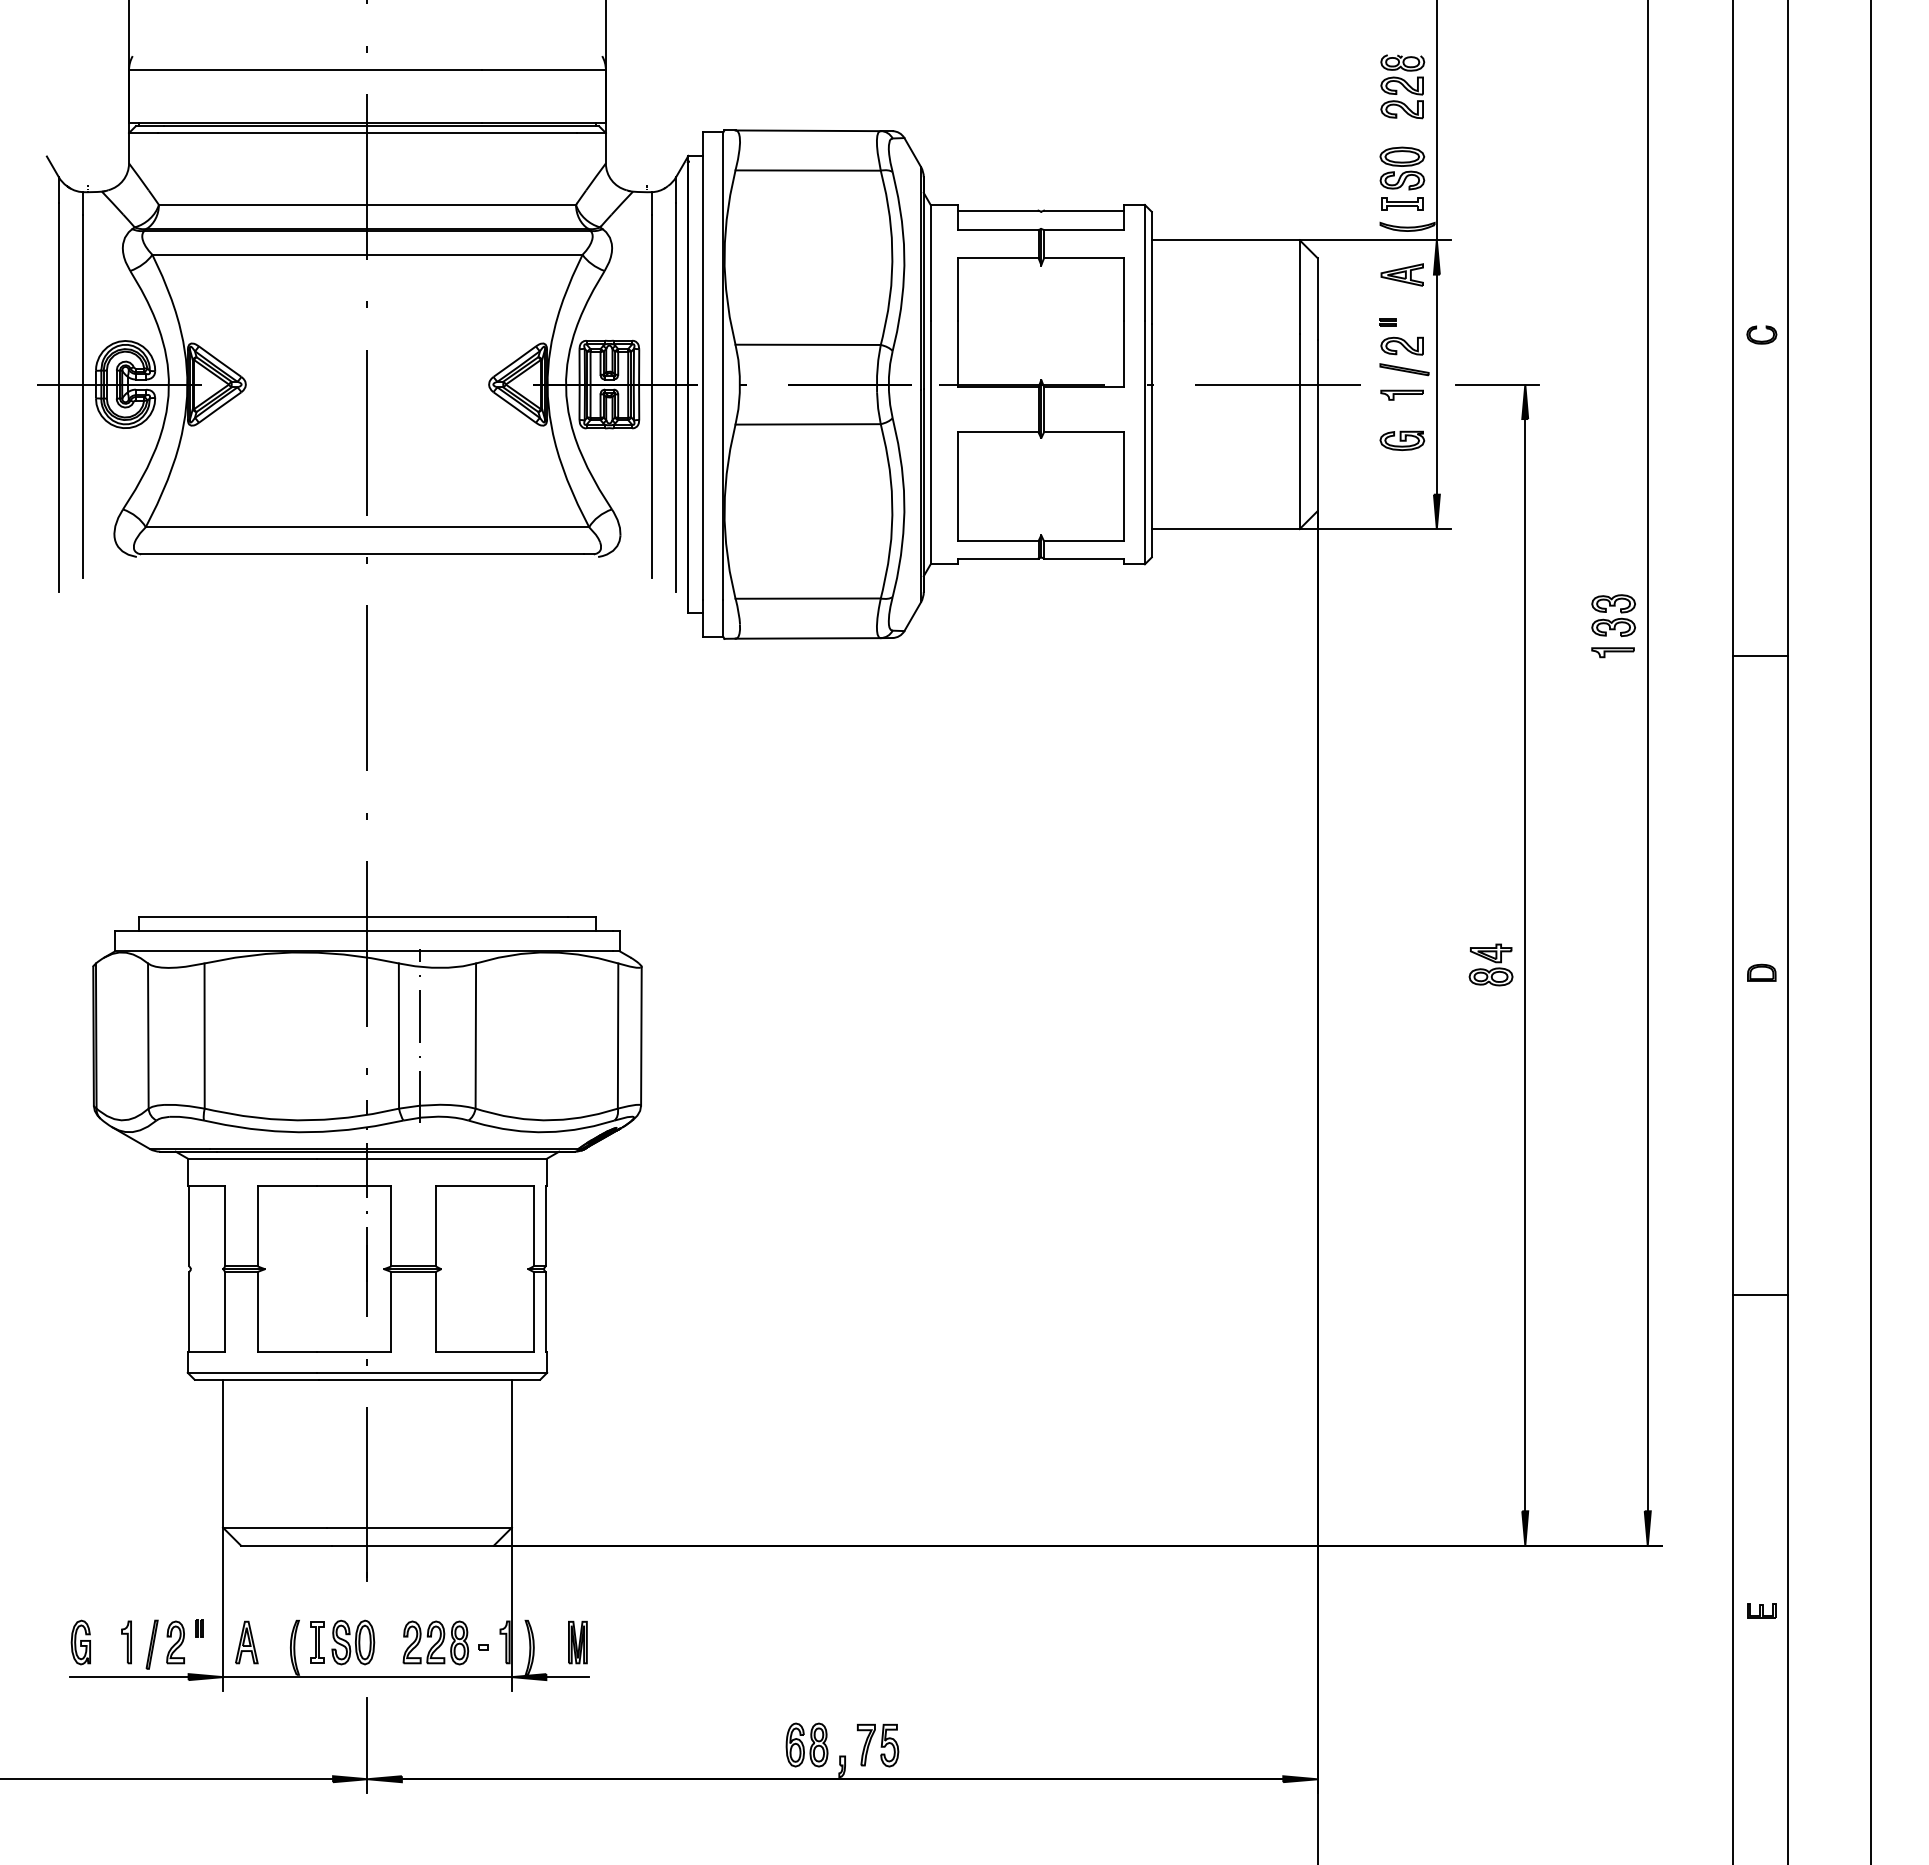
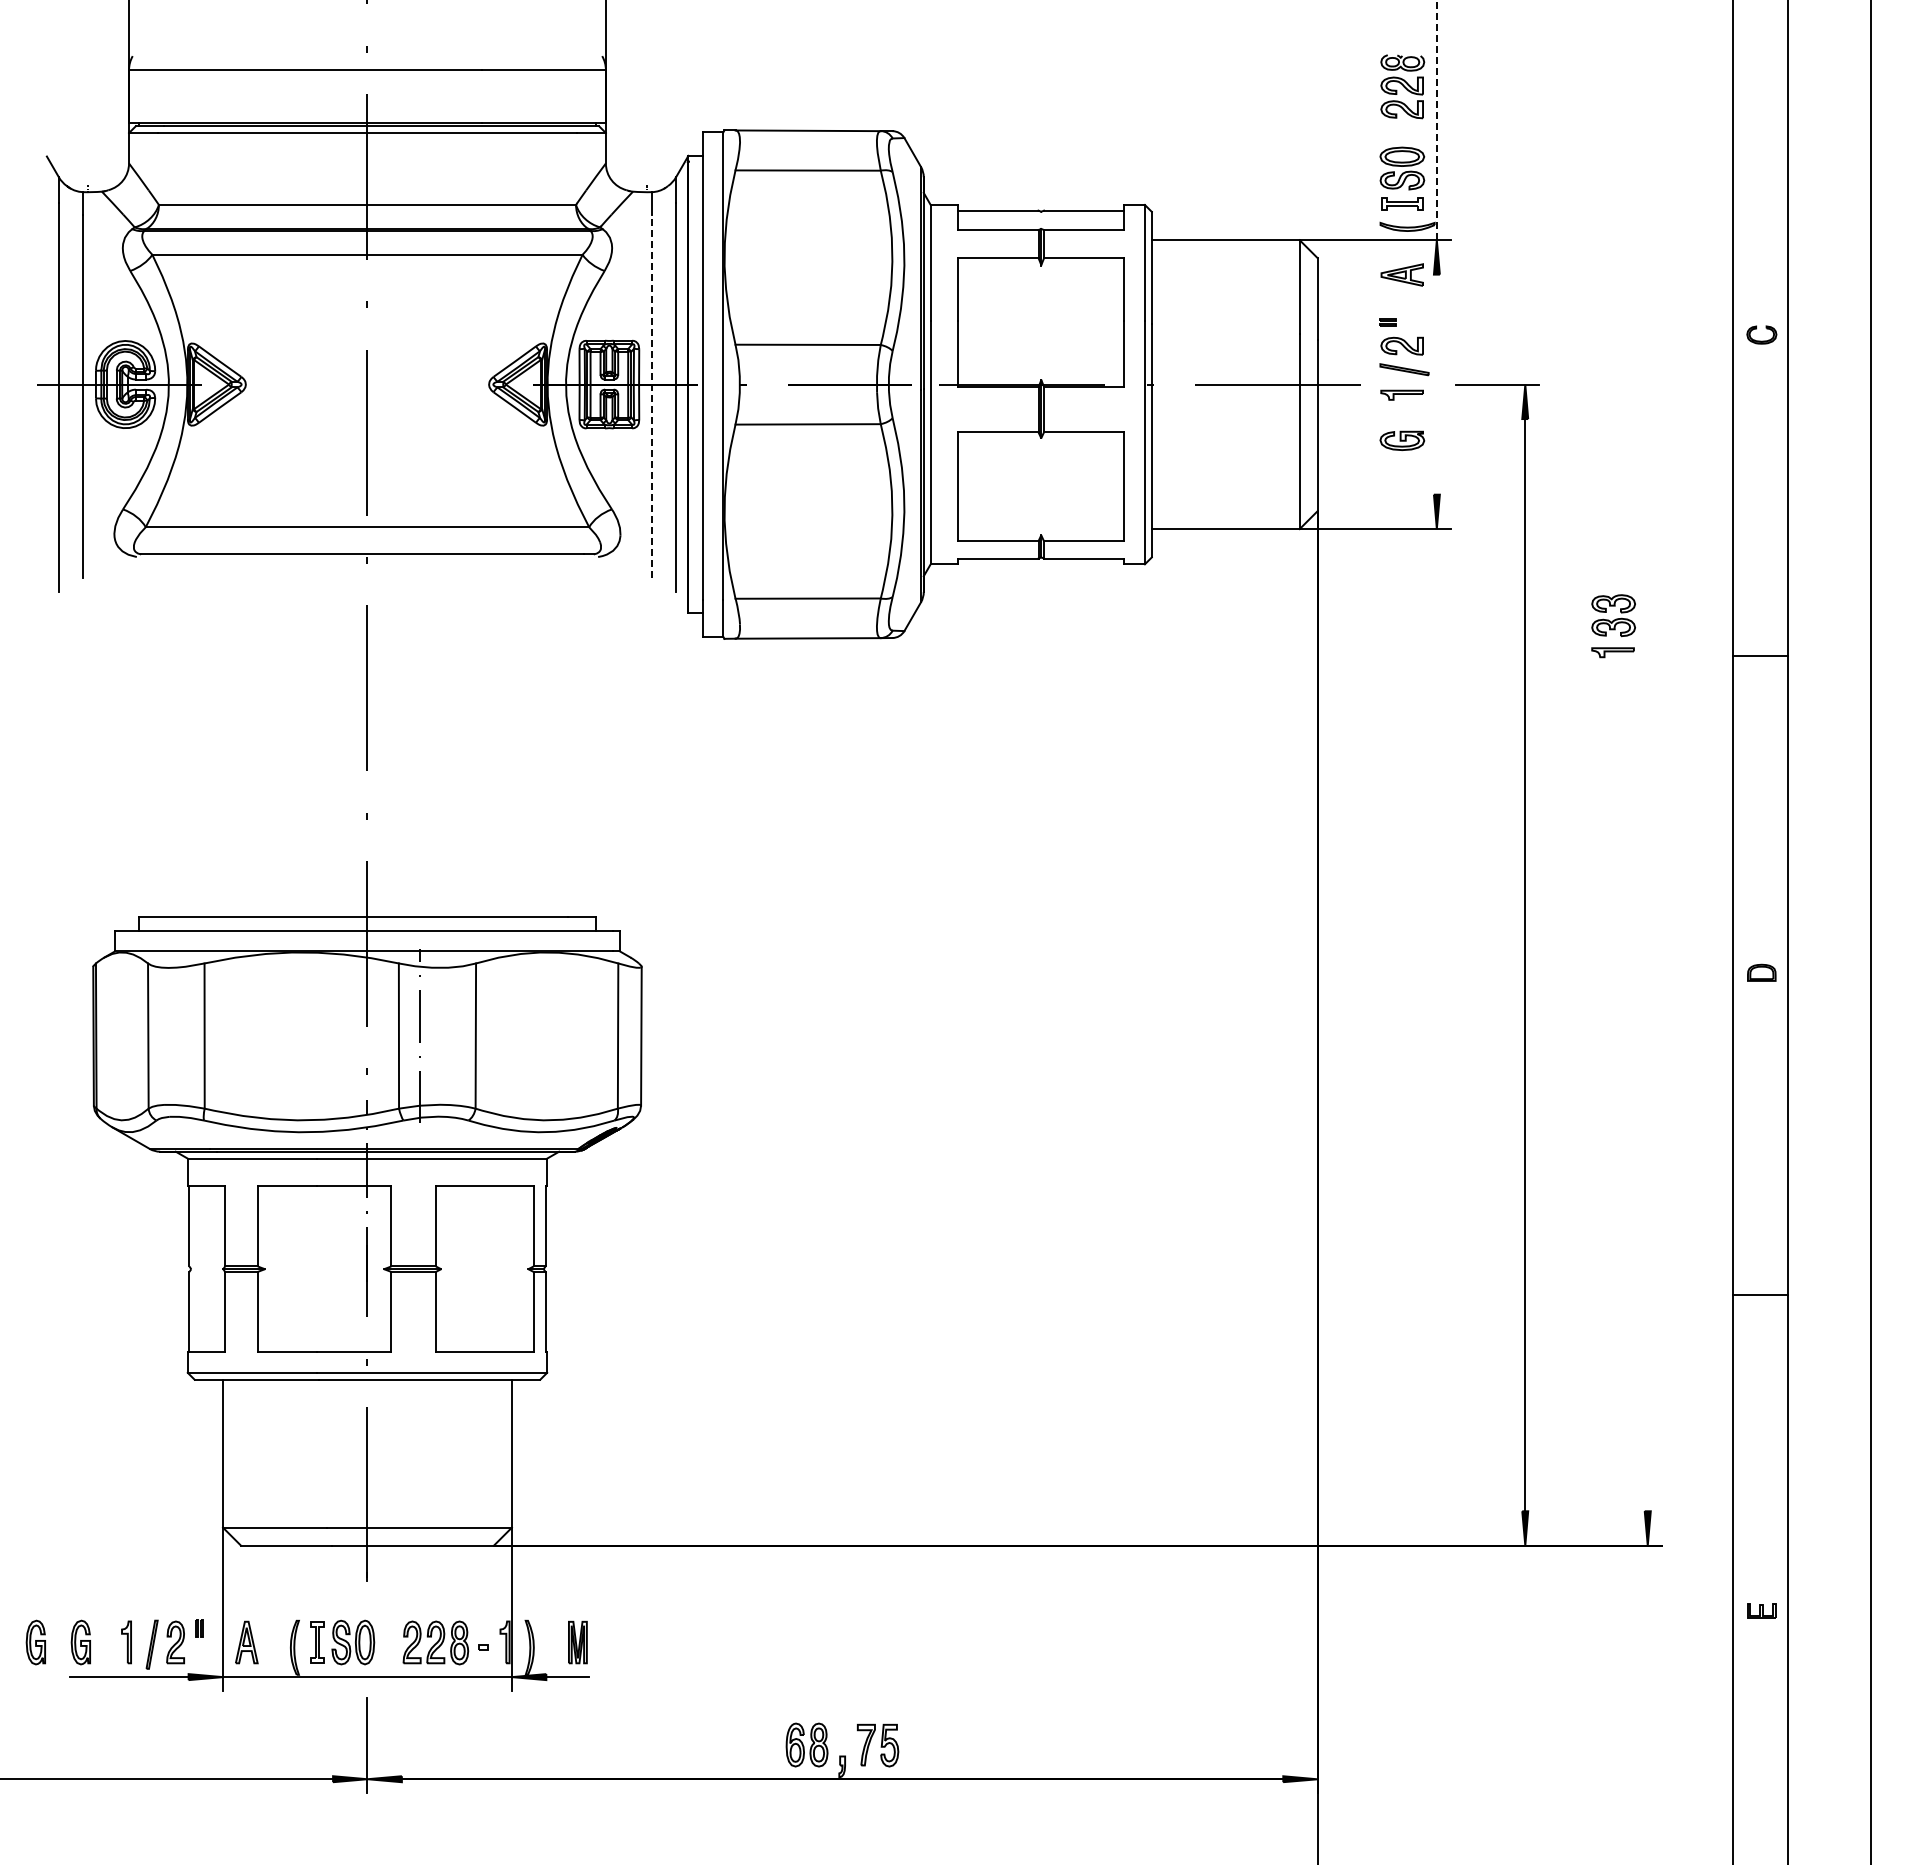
line at (1436, 120): solid -> dashed
line at (1436, 384): present -> none
line at (652, 396): solid -> dashed
line at (1647, 756): present -> none
part at (1490, 964): present -> none
part at (35, 1642): none -> present
